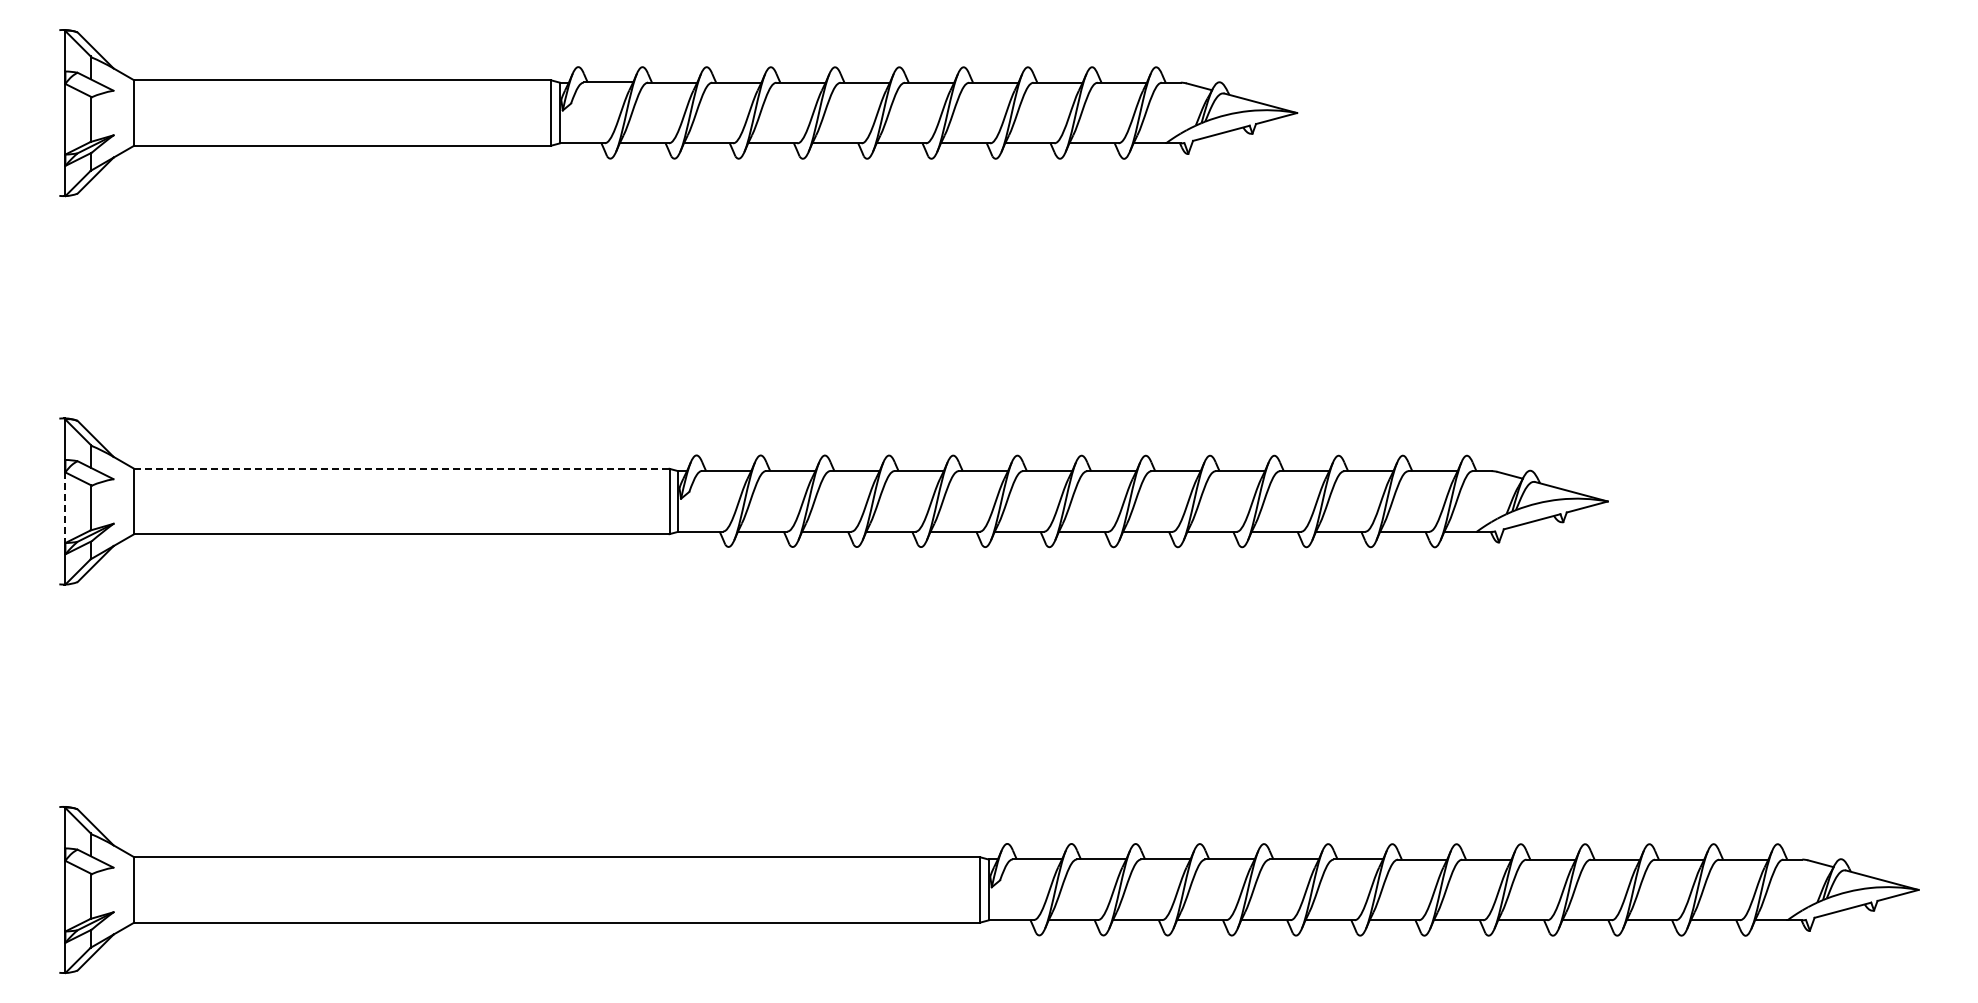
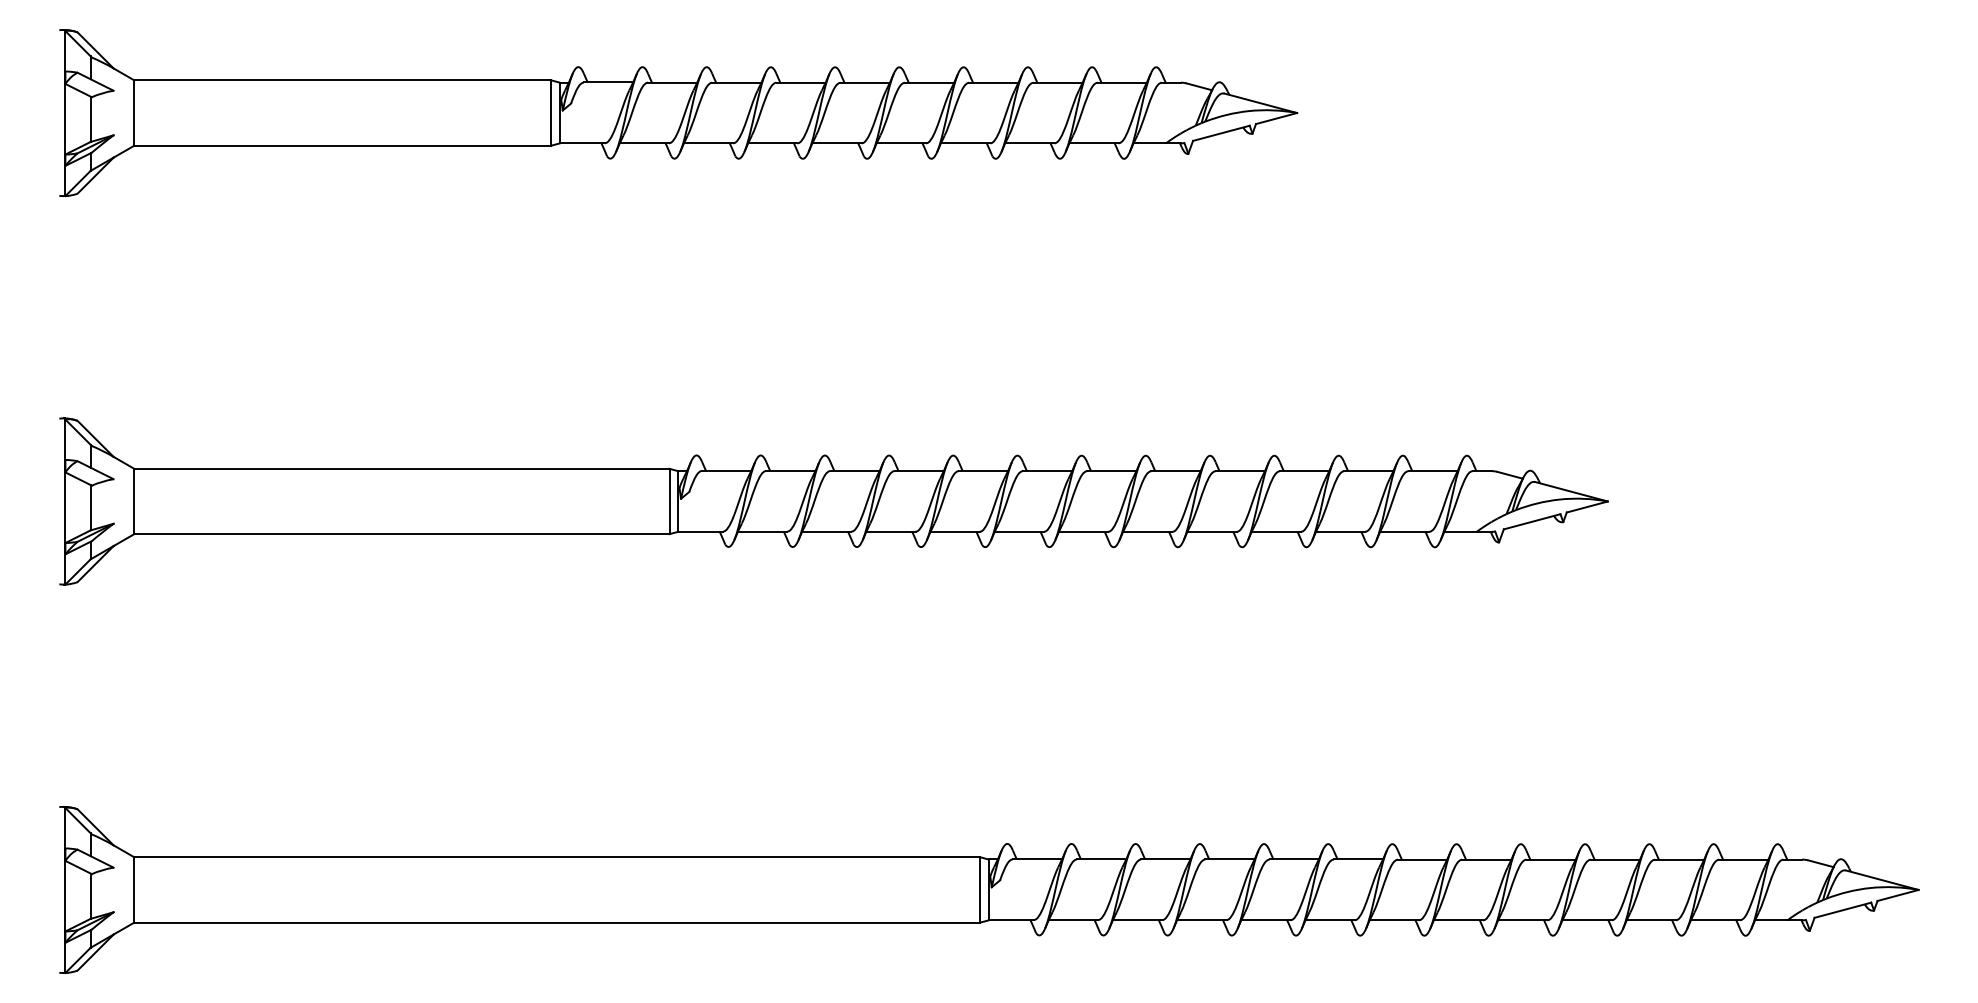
line at (401, 468): dashed -> solid
line at (65, 508): dashed -> solid
